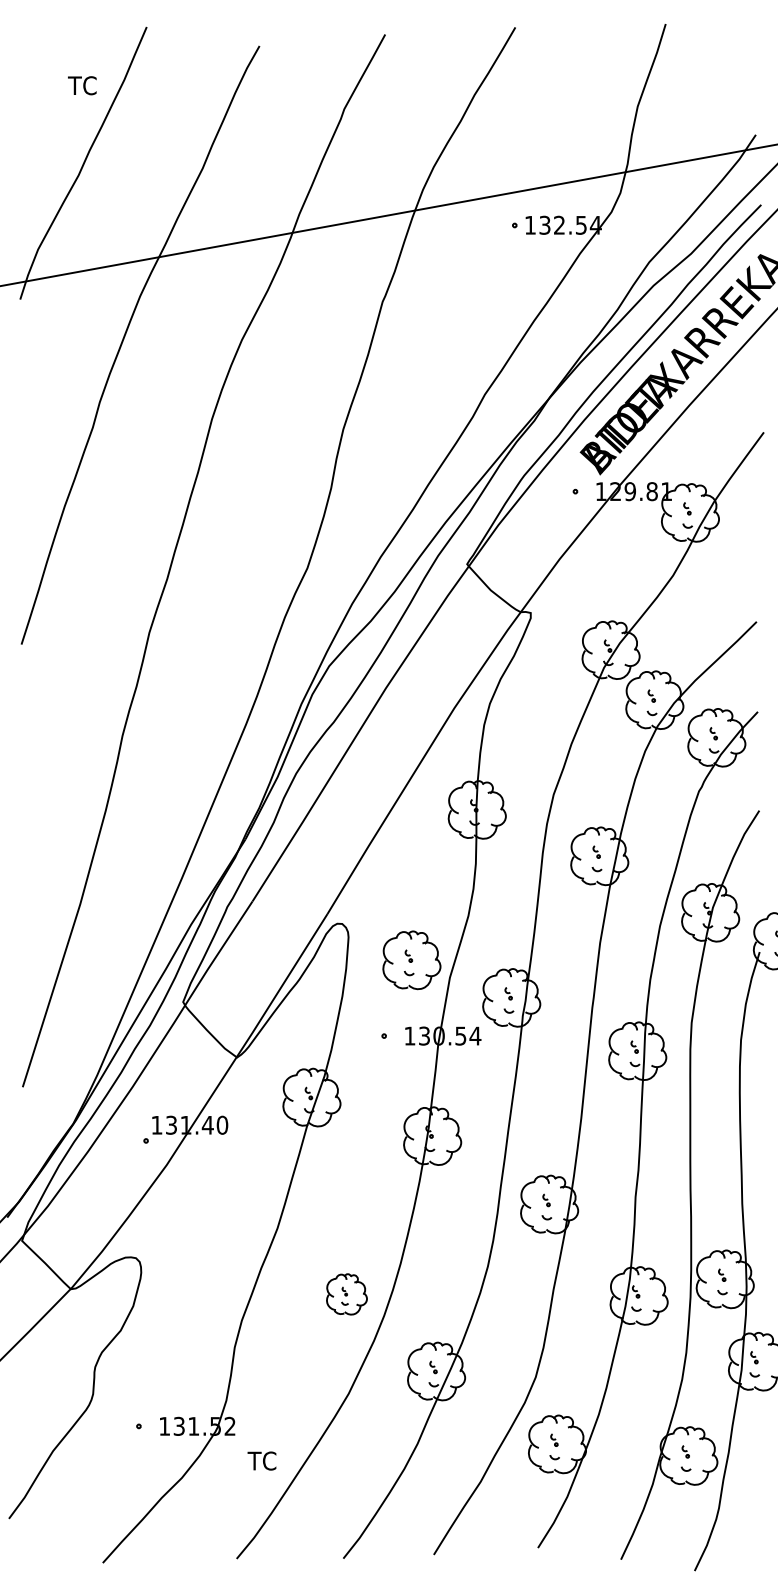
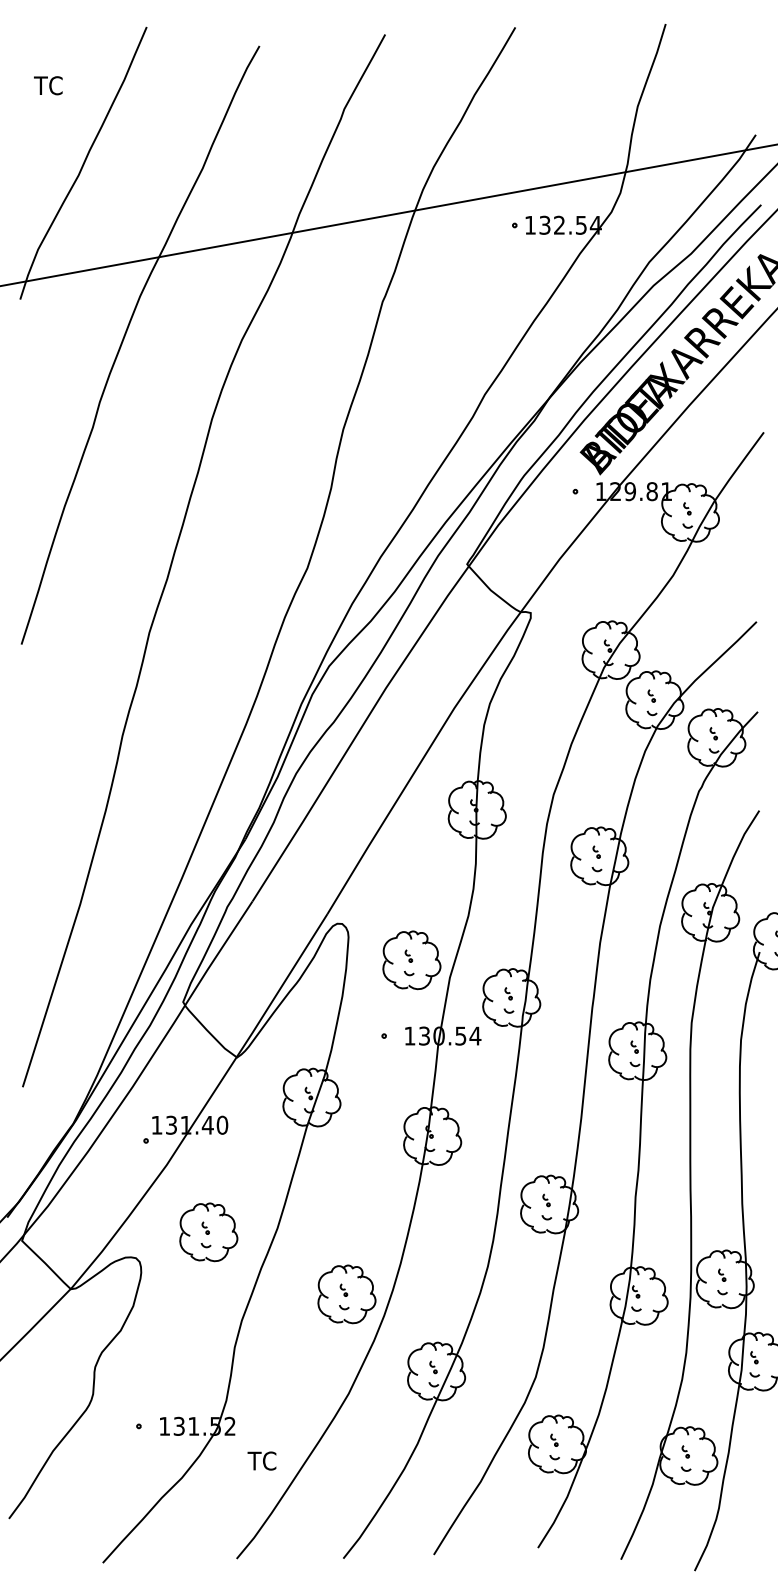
text at (82, 85) position: (82, 85) -> (48, 85)
part at (208, 1232): none -> present
part at (346, 1294) size: 42x43 px -> 60x61 px
